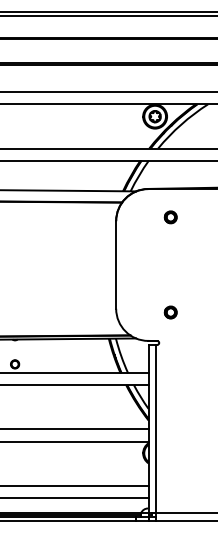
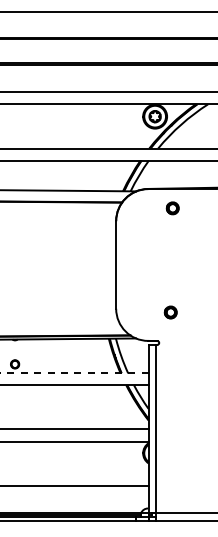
line at (108, 16): present -> none
part at (170, 217) position: (170, 217) -> (172, 208)
line at (74, 373): solid -> dashed
line at (75, 497): present -> none
